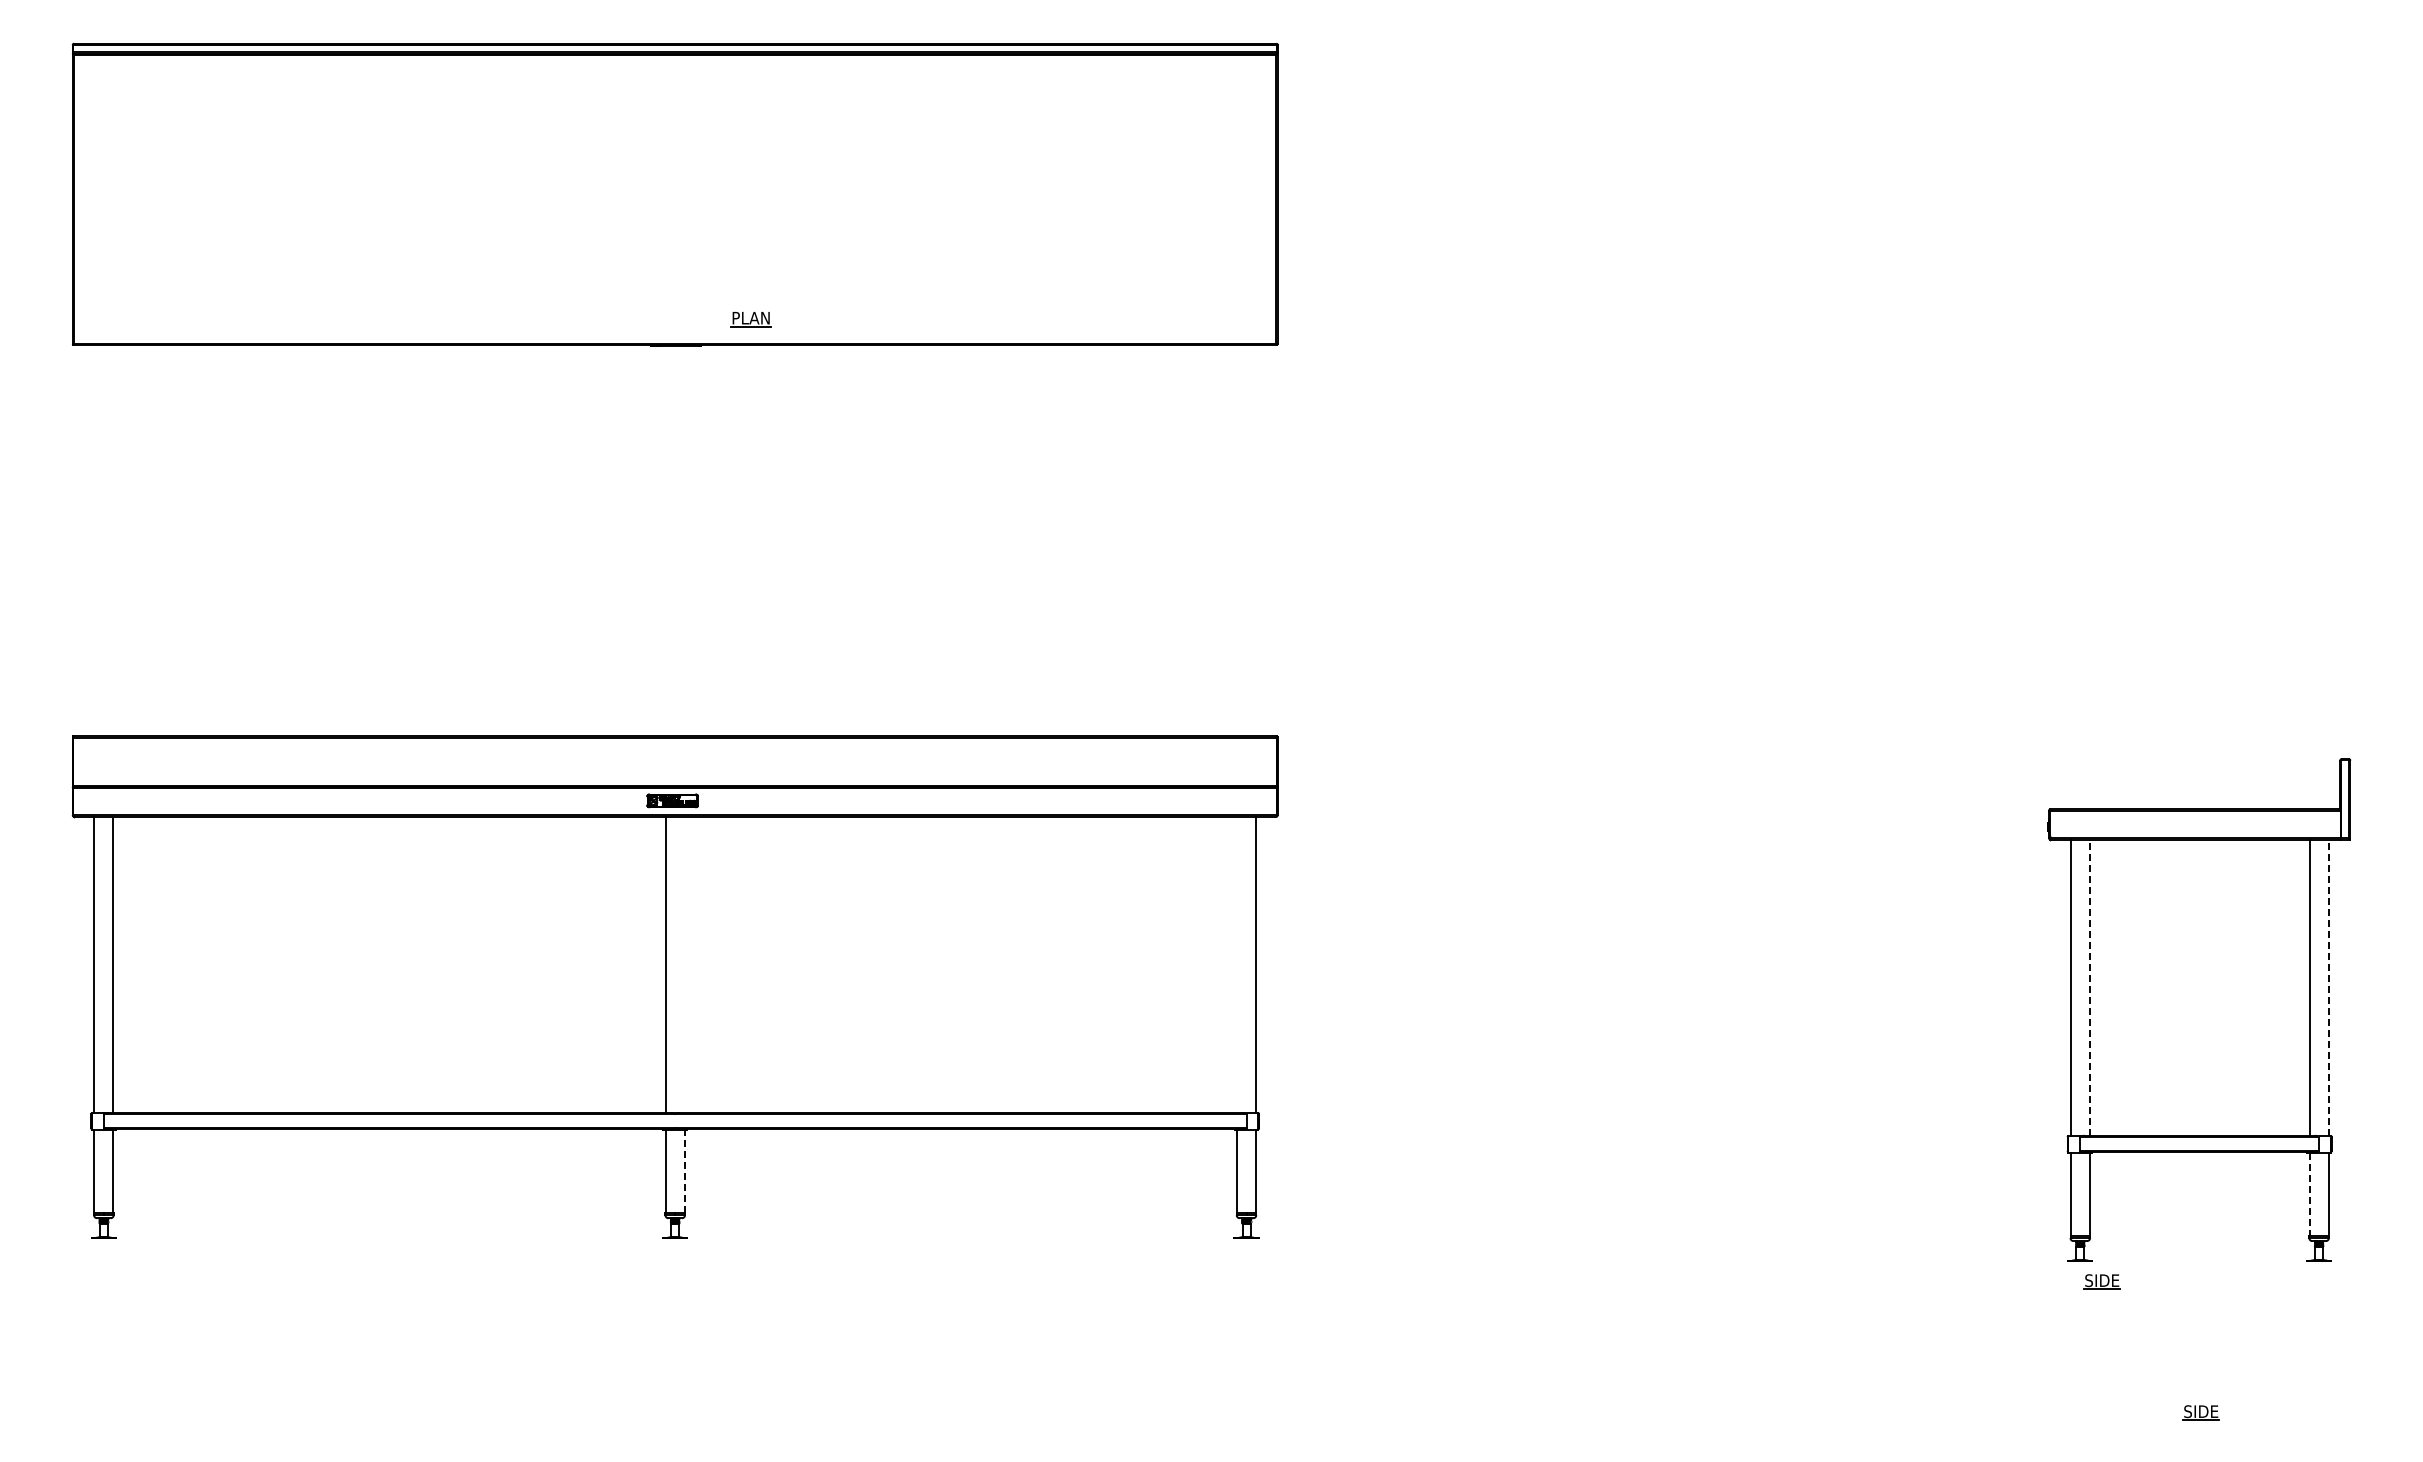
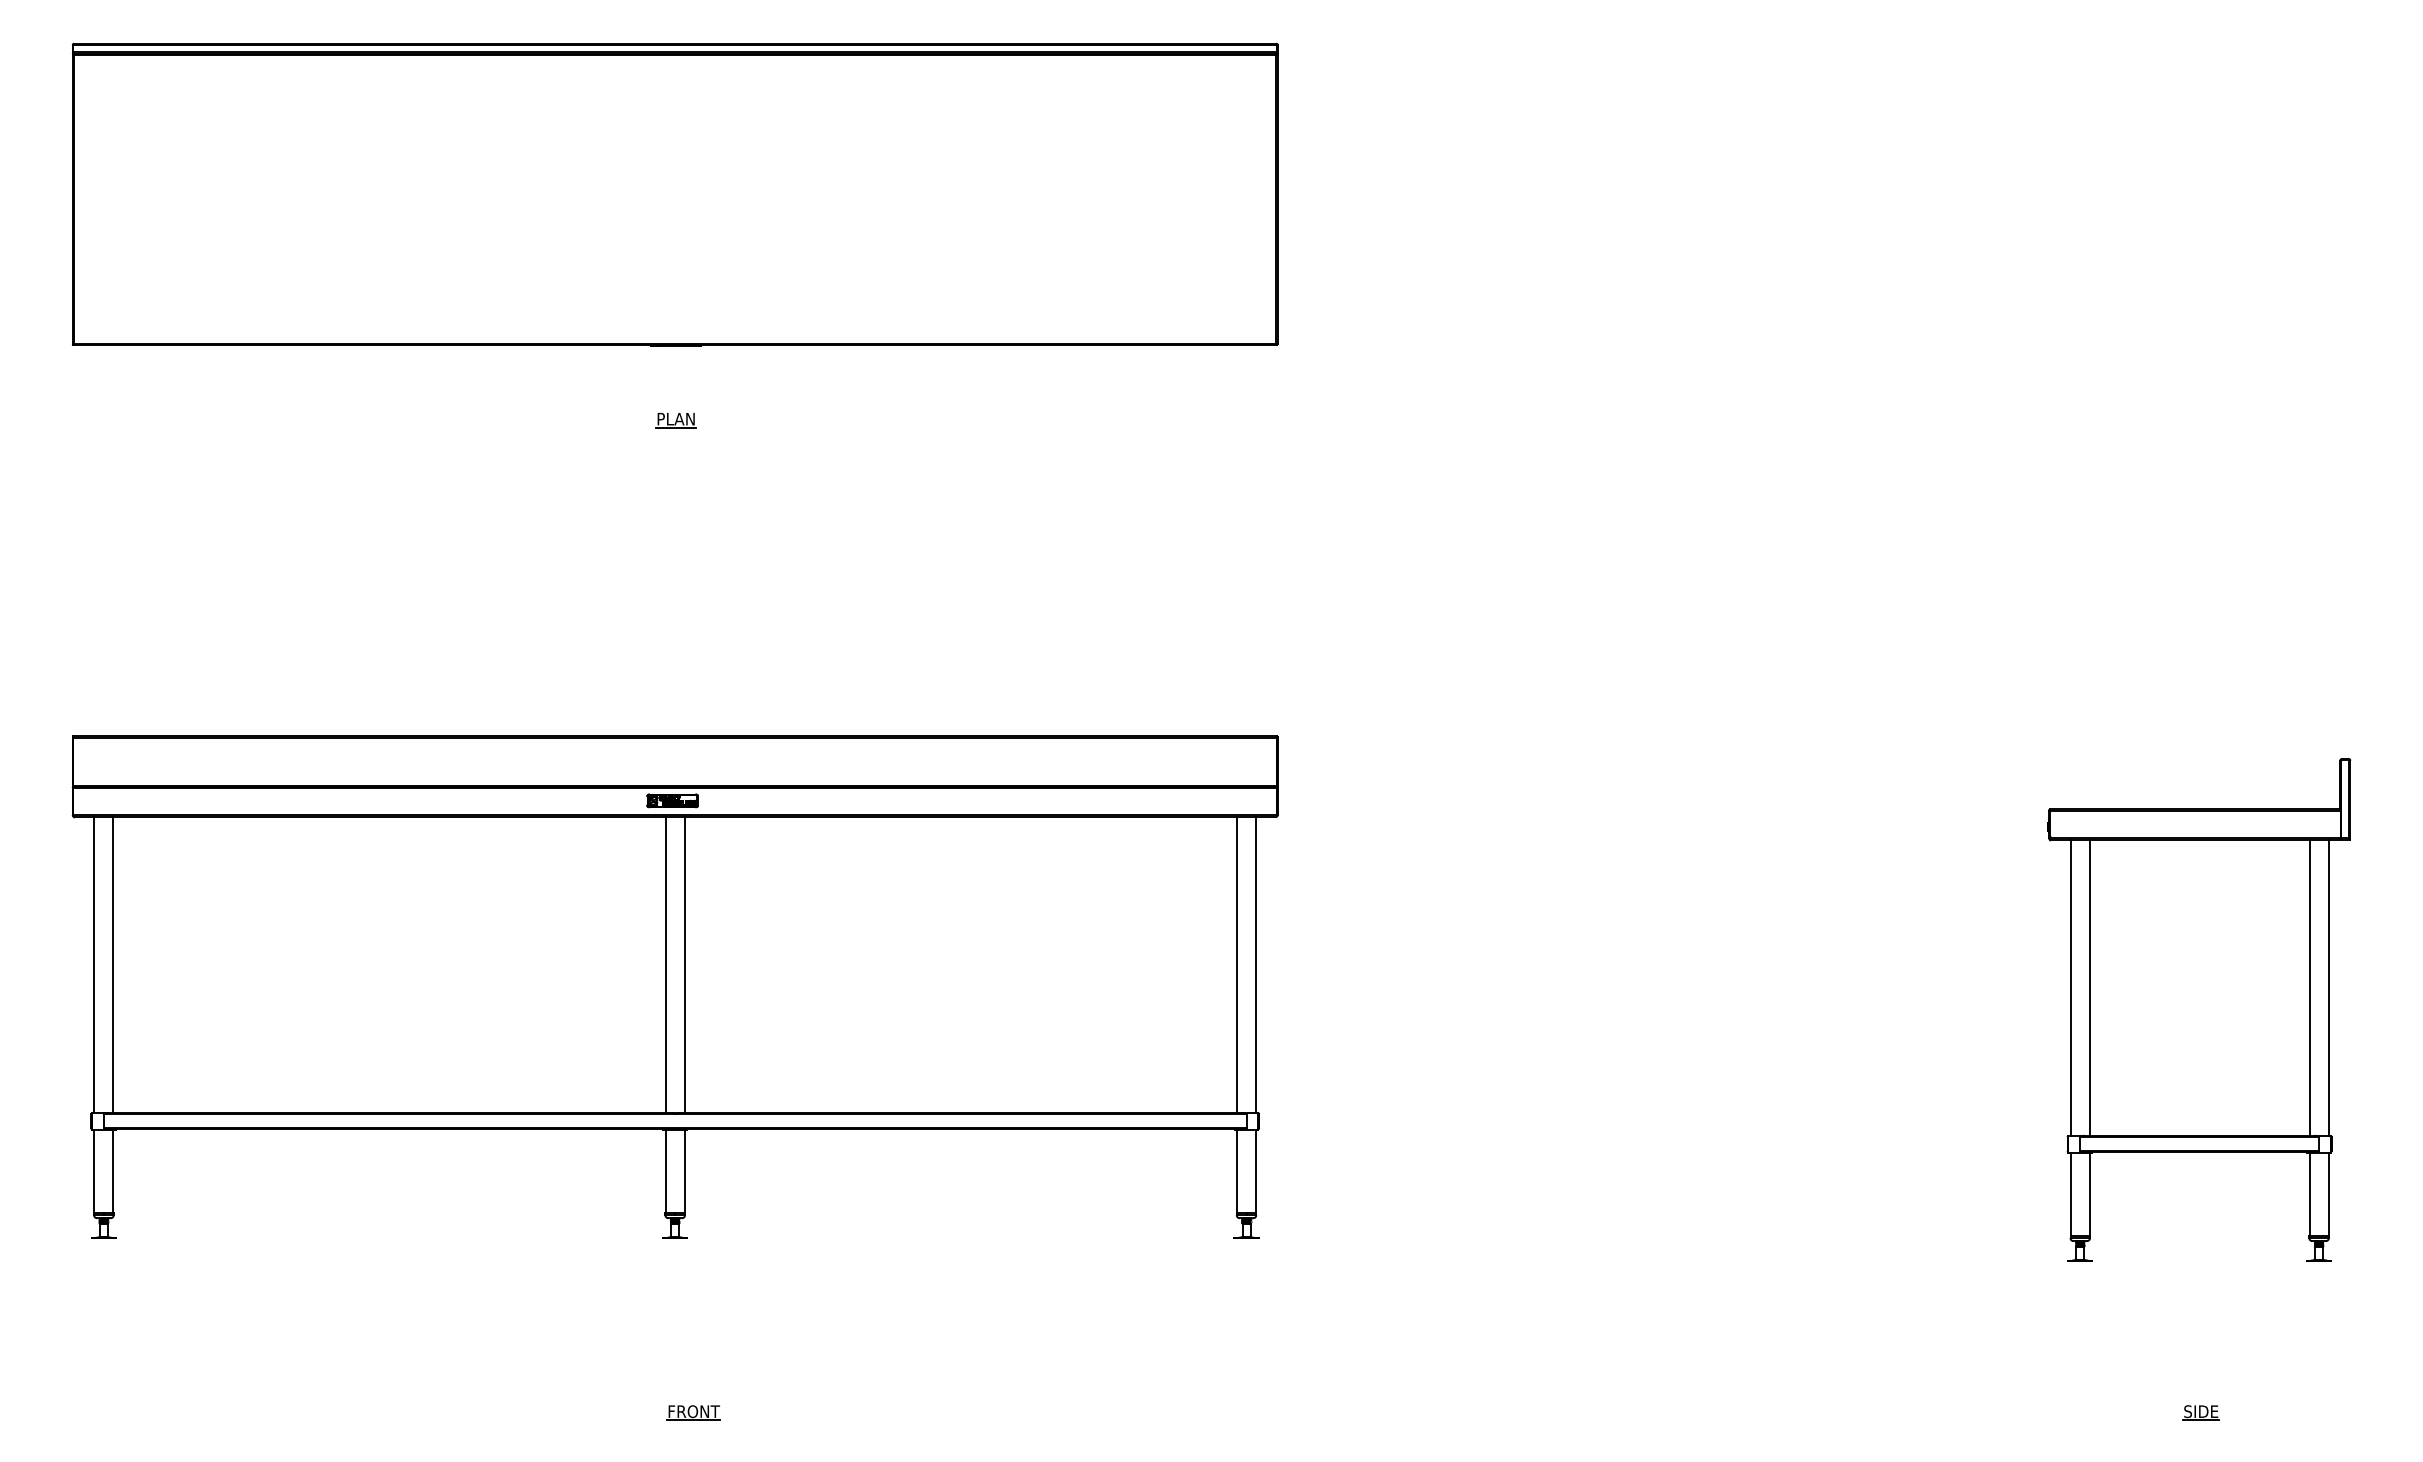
part at (750, 319) position: (750, 319) -> (675, 420)
line at (684, 964): none -> present
line at (1236, 964): none -> present
line at (2089, 987): dashed -> solid
line at (2328, 987): dashed -> solid
line at (684, 1171): dashed -> solid
line at (2309, 1194): dashed -> solid
part at (2101, 1281): present -> none
part at (693, 1412): none -> present
